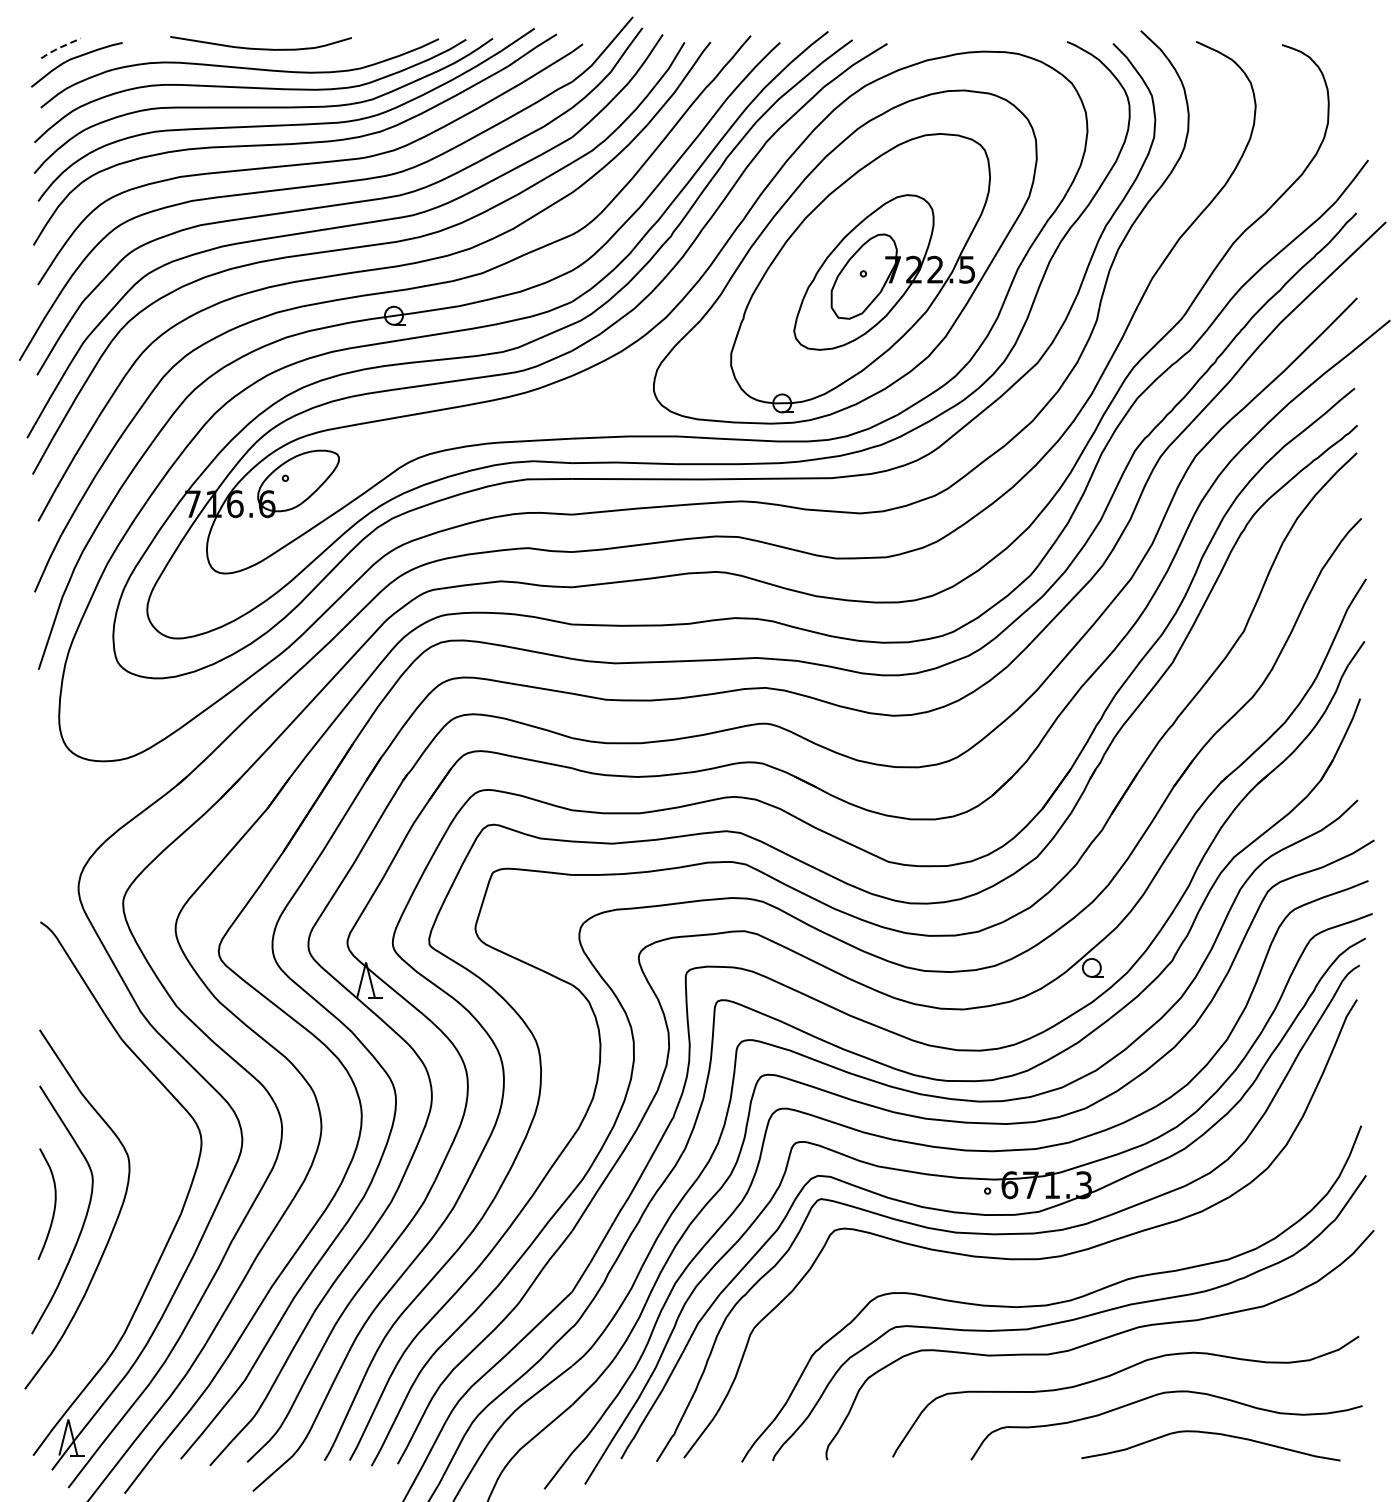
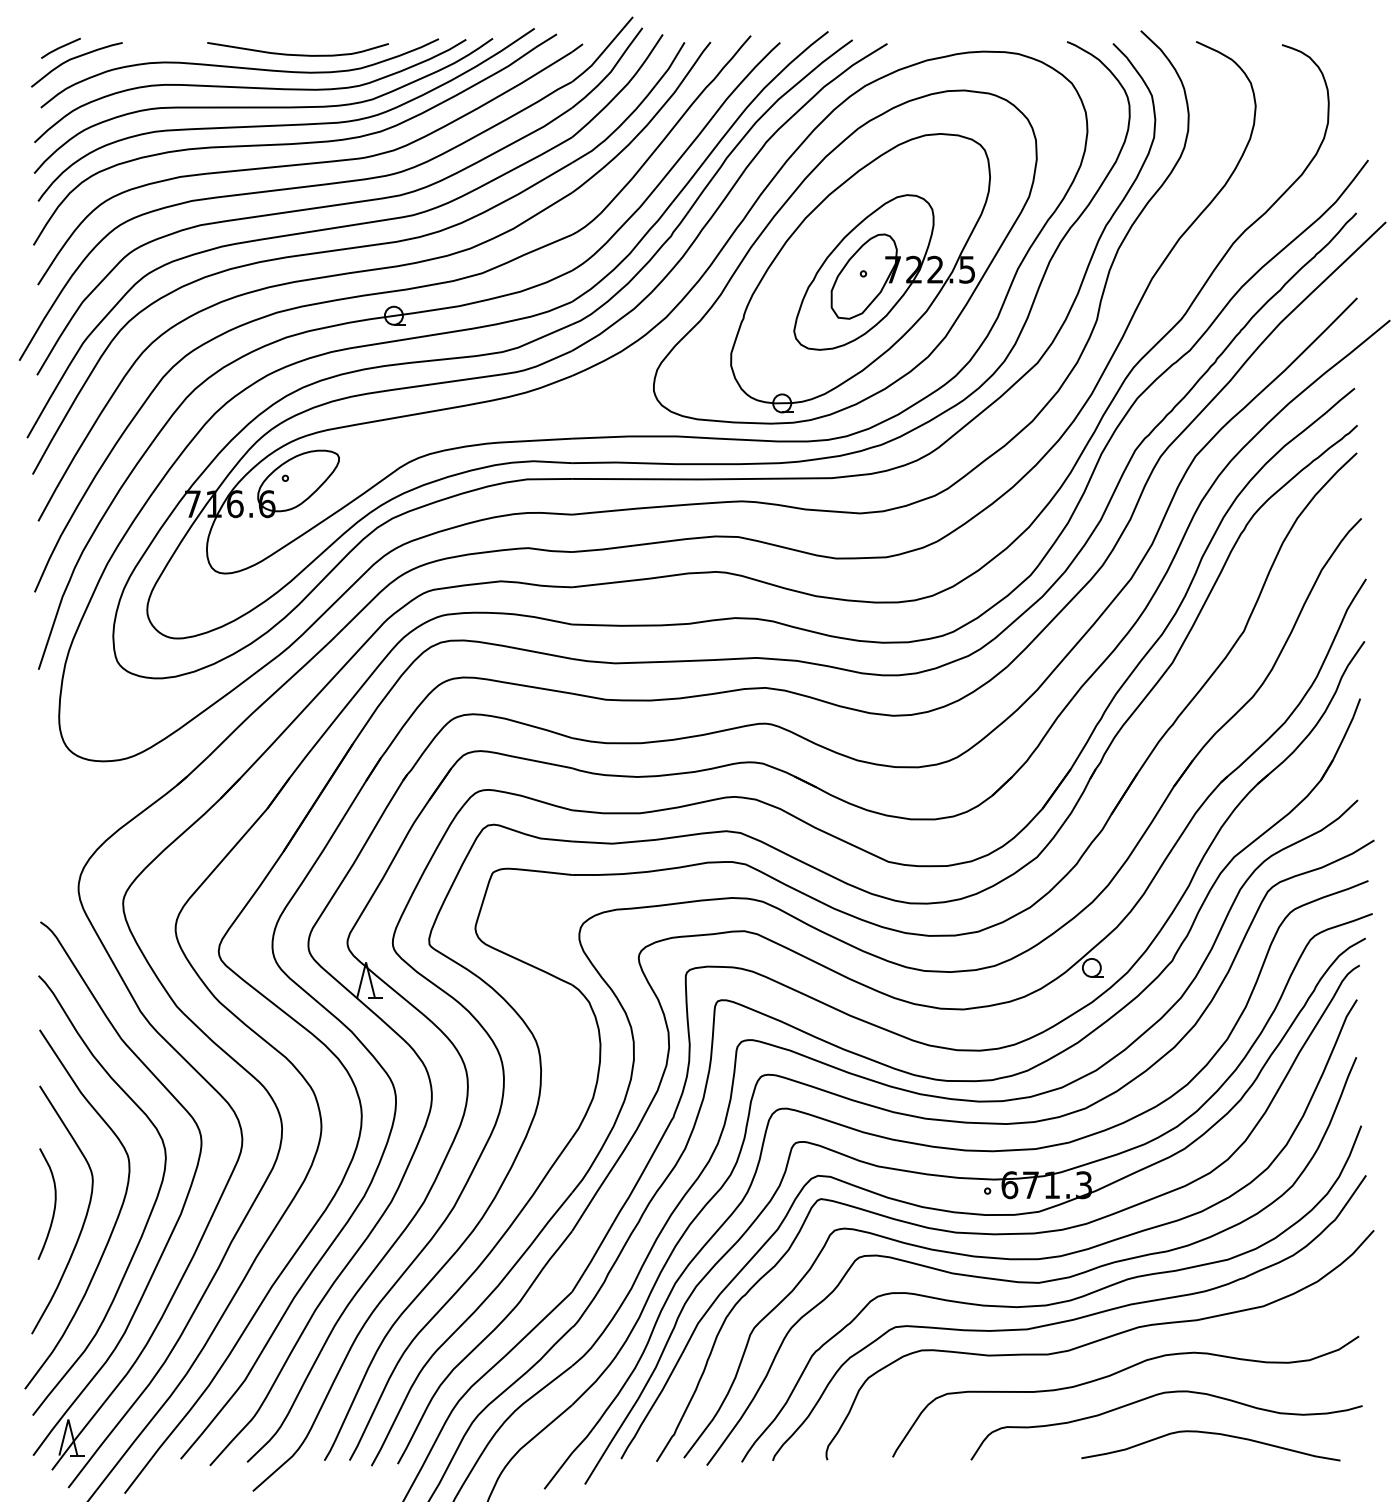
line at (59, 47): dashed -> solid
curve at (260, 48) position: (260, 48) -> (297, 54)
curve at (149, 1213): none -> present
curve at (1031, 1281): none -> present
